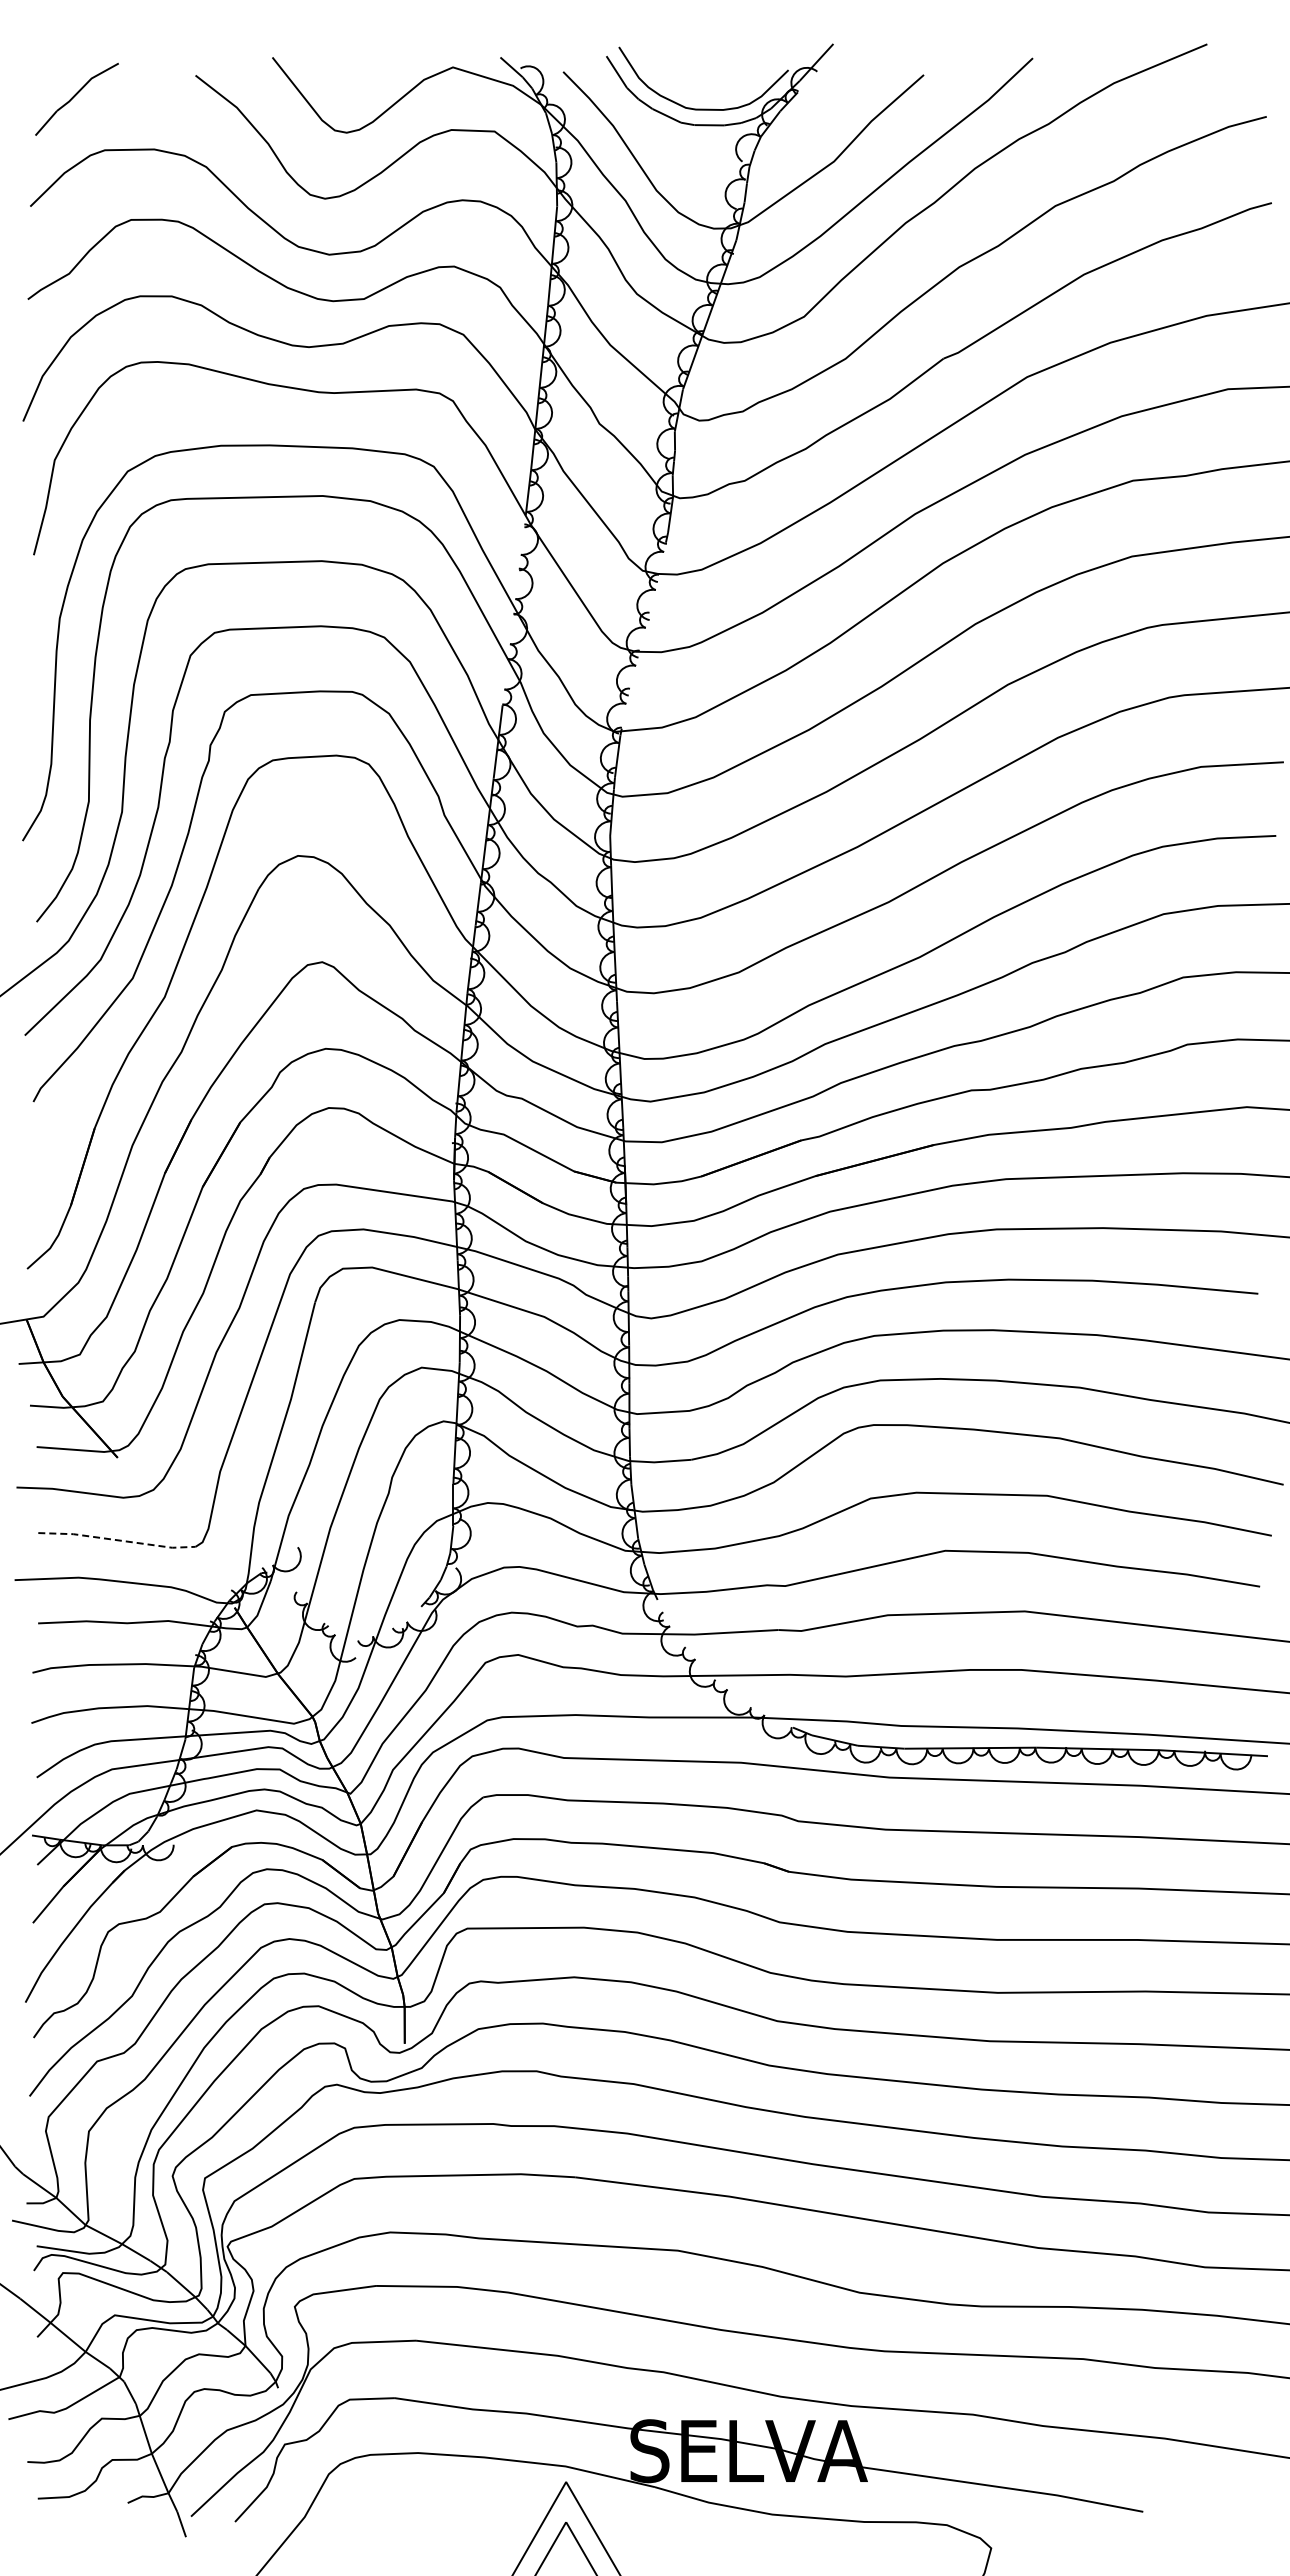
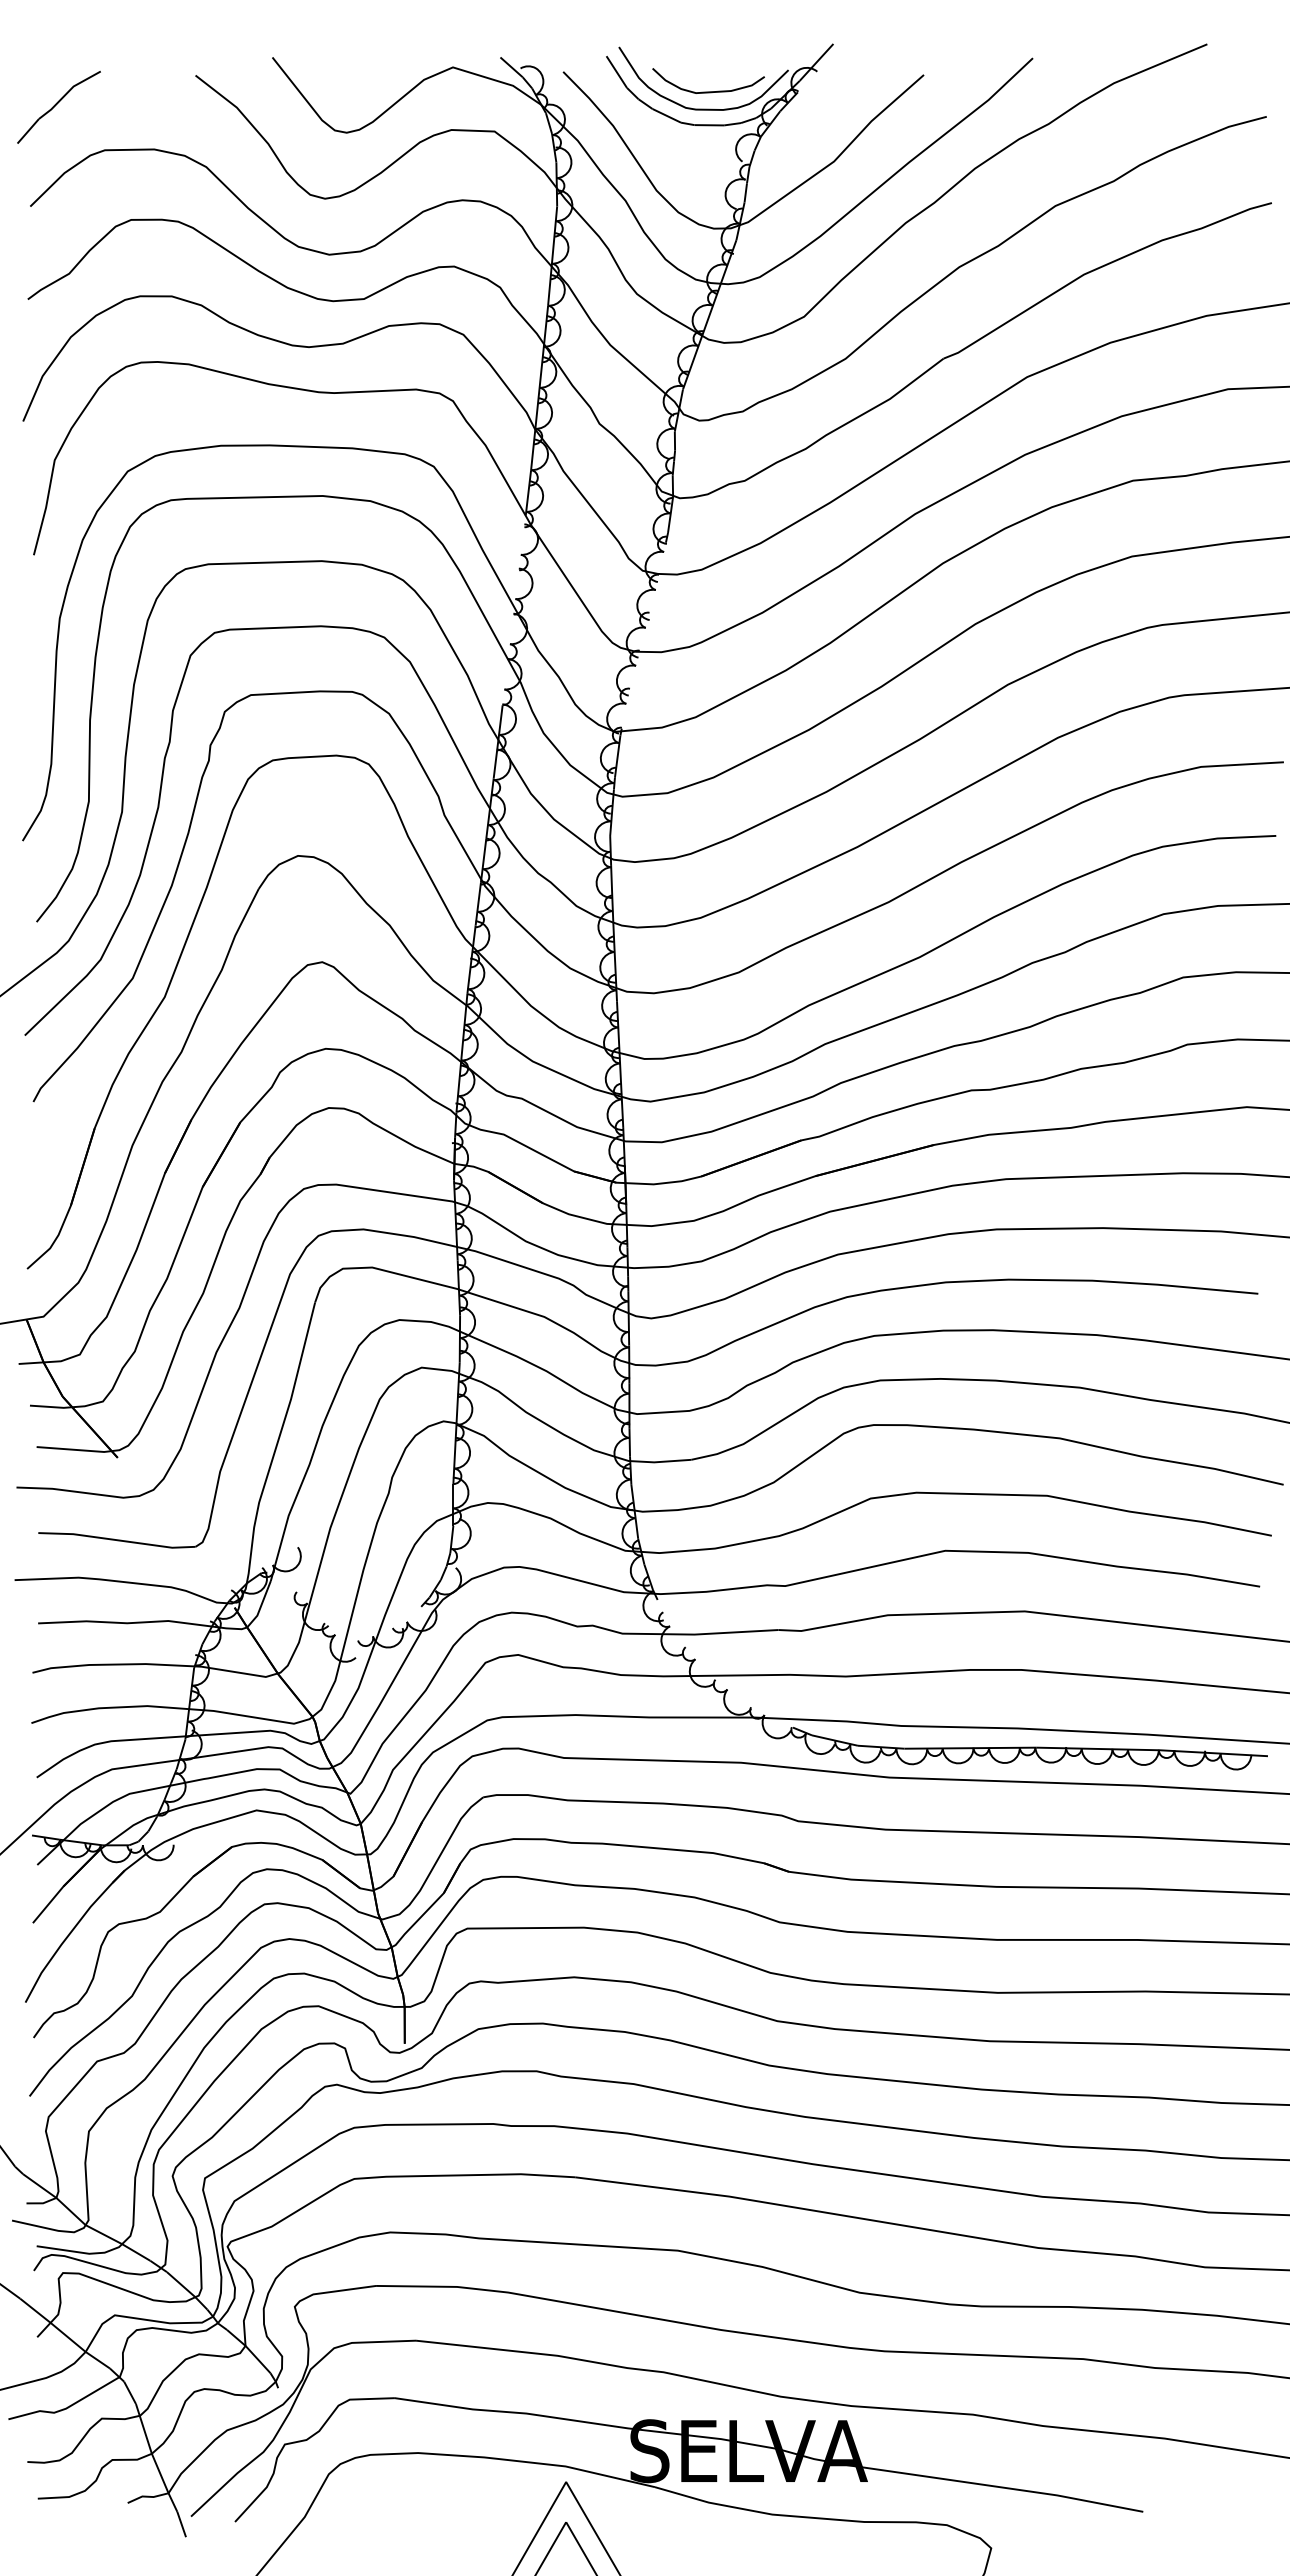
curve at (708, 91): none -> present
part at (76, 98) position: (76, 98) -> (58, 106)
line at (116, 1540): dashed -> solid
